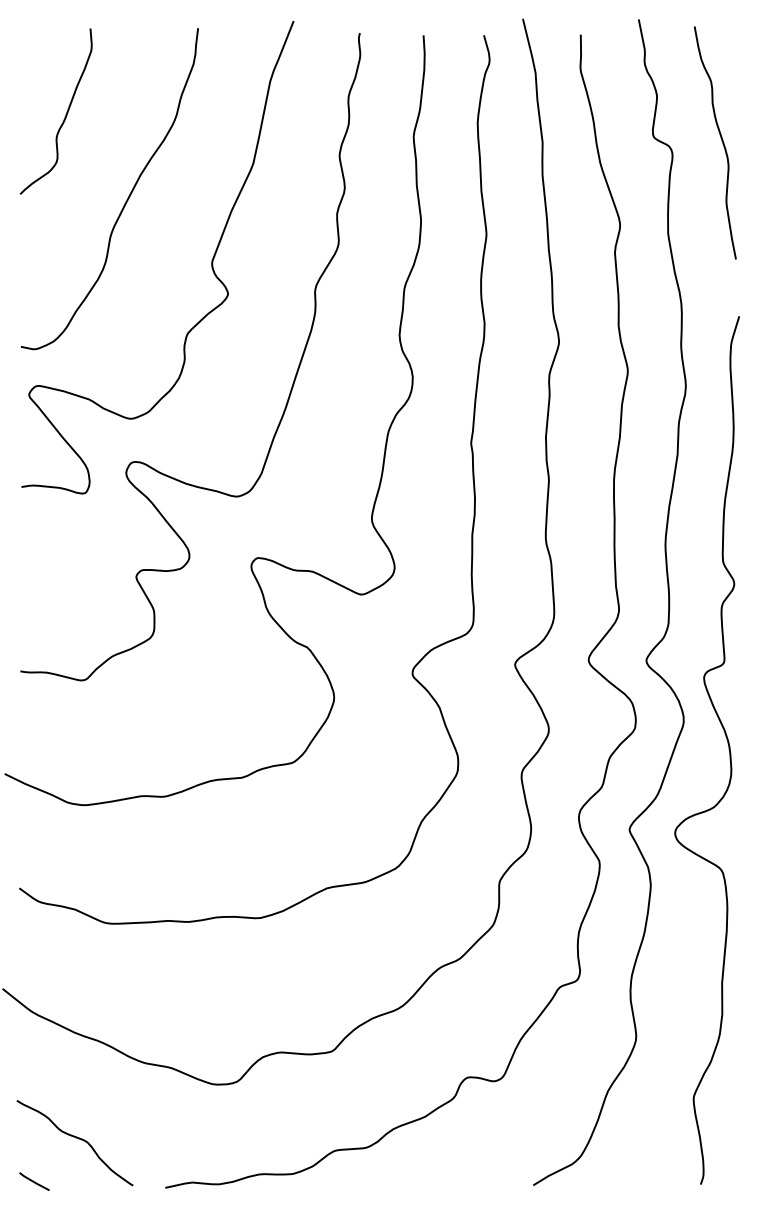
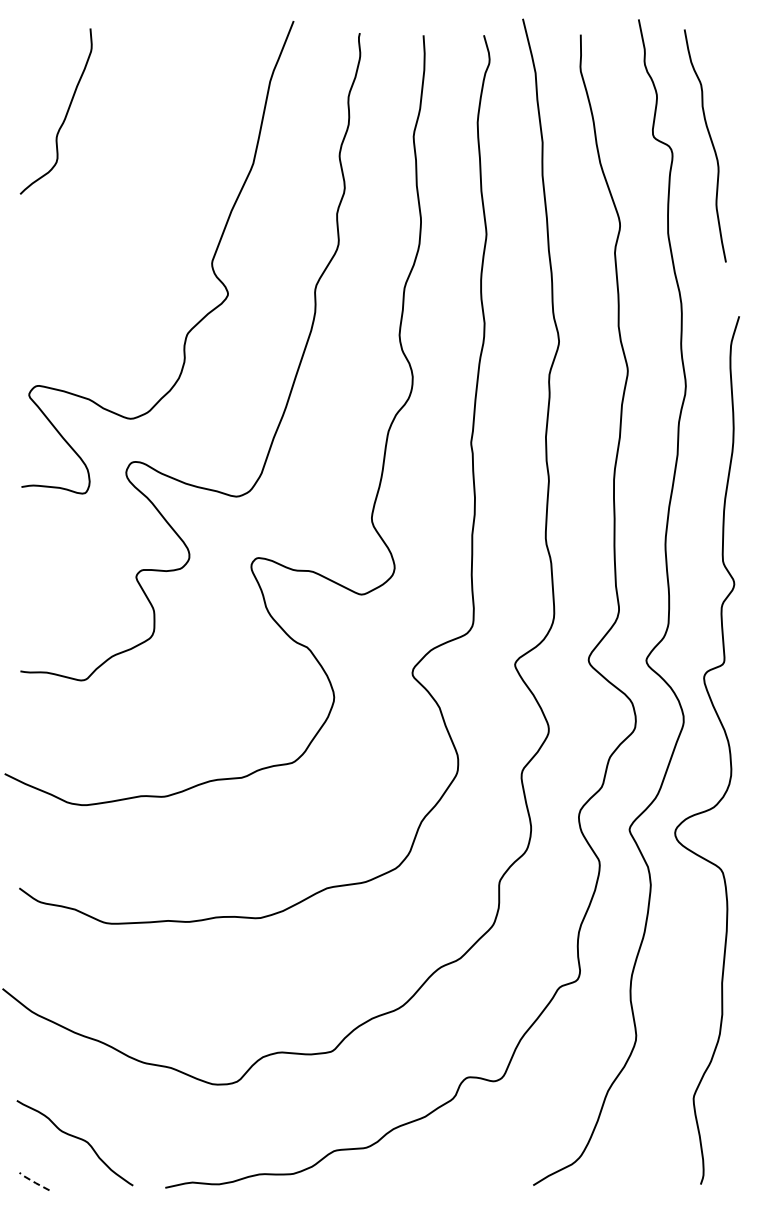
curve at (721, 141) position: (721, 141) -> (711, 144)
curve at (127, 197): present -> none
line at (34, 1182): solid -> dashed
